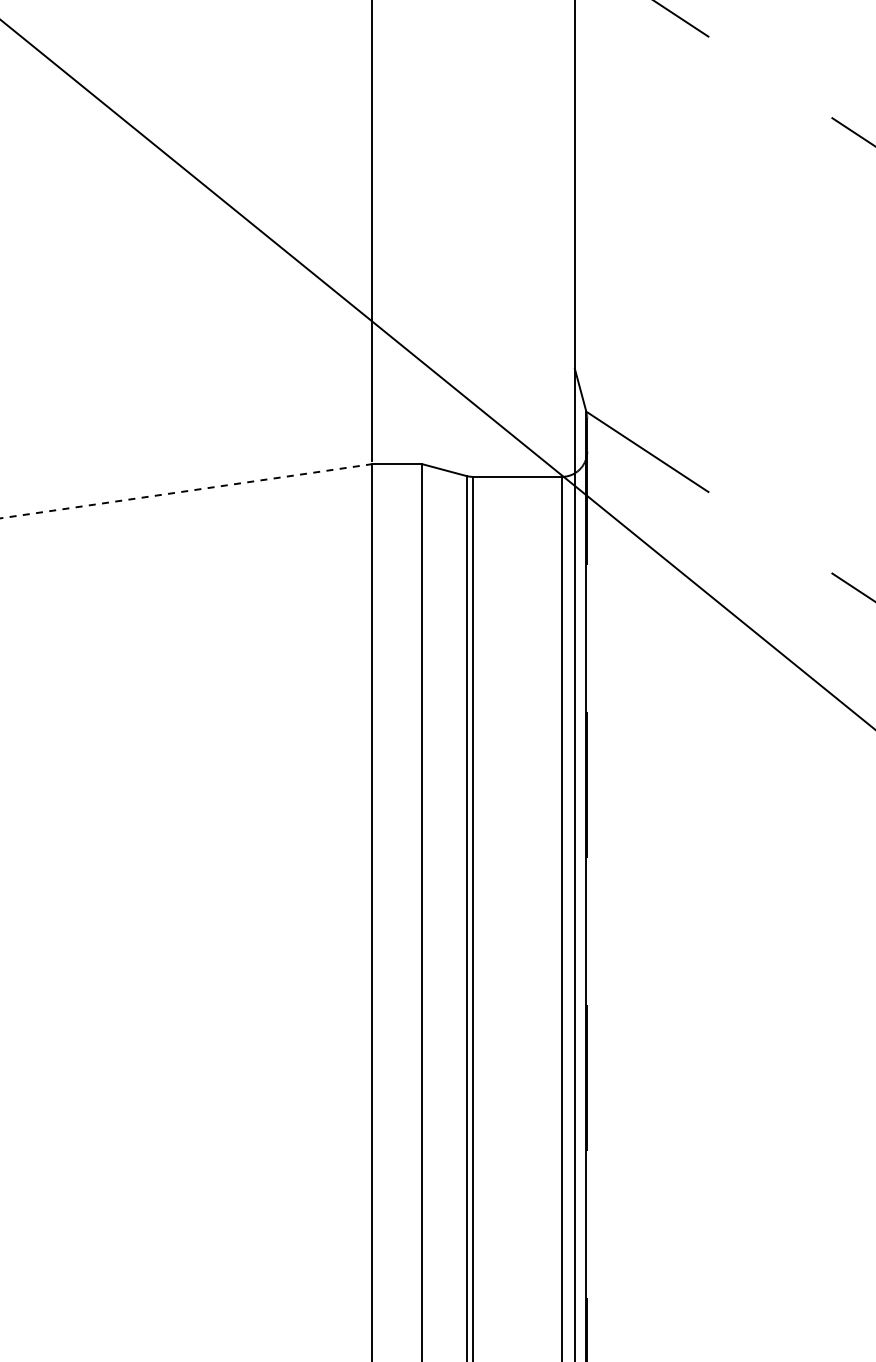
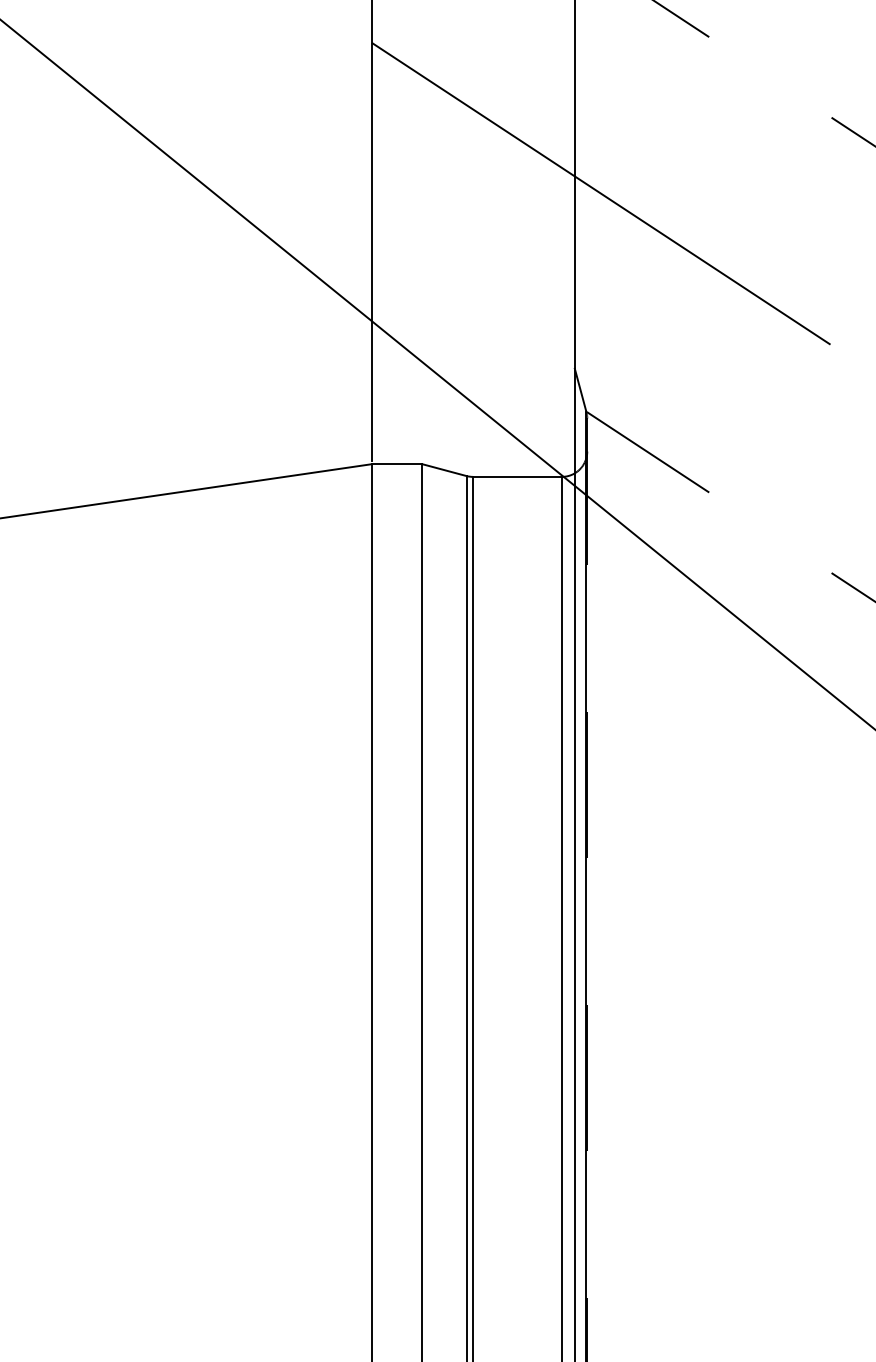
line at (621, 207): none -> present
line at (186, 491): dashed -> solid
